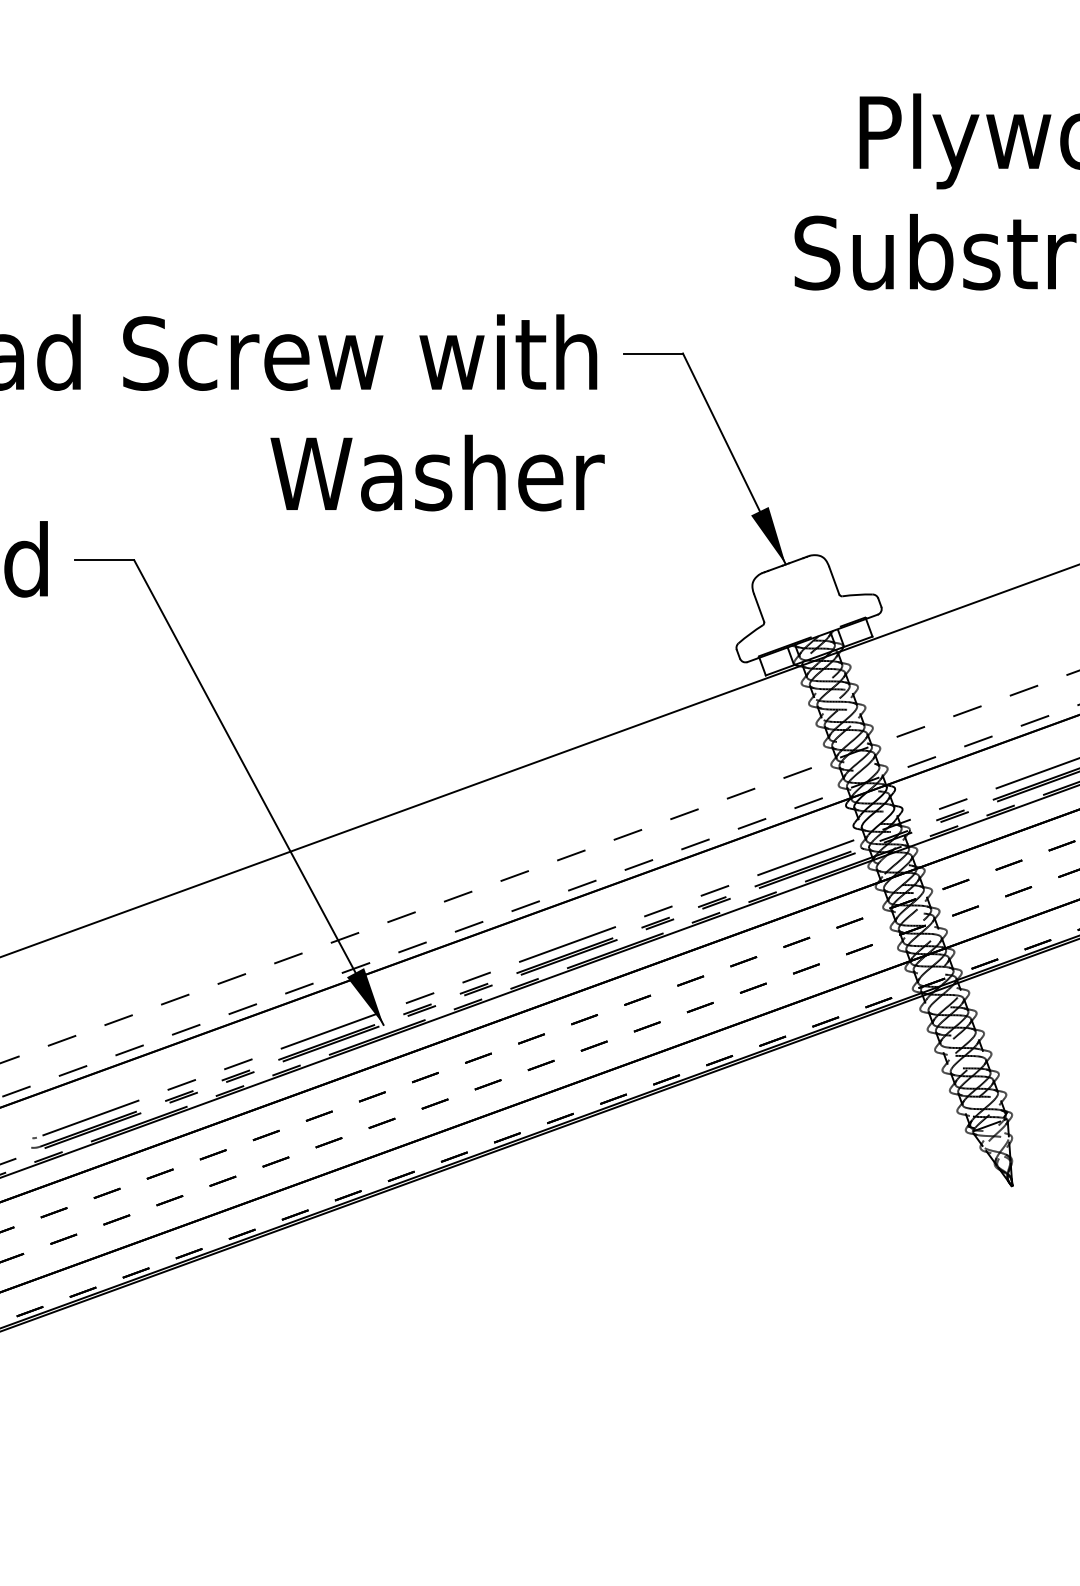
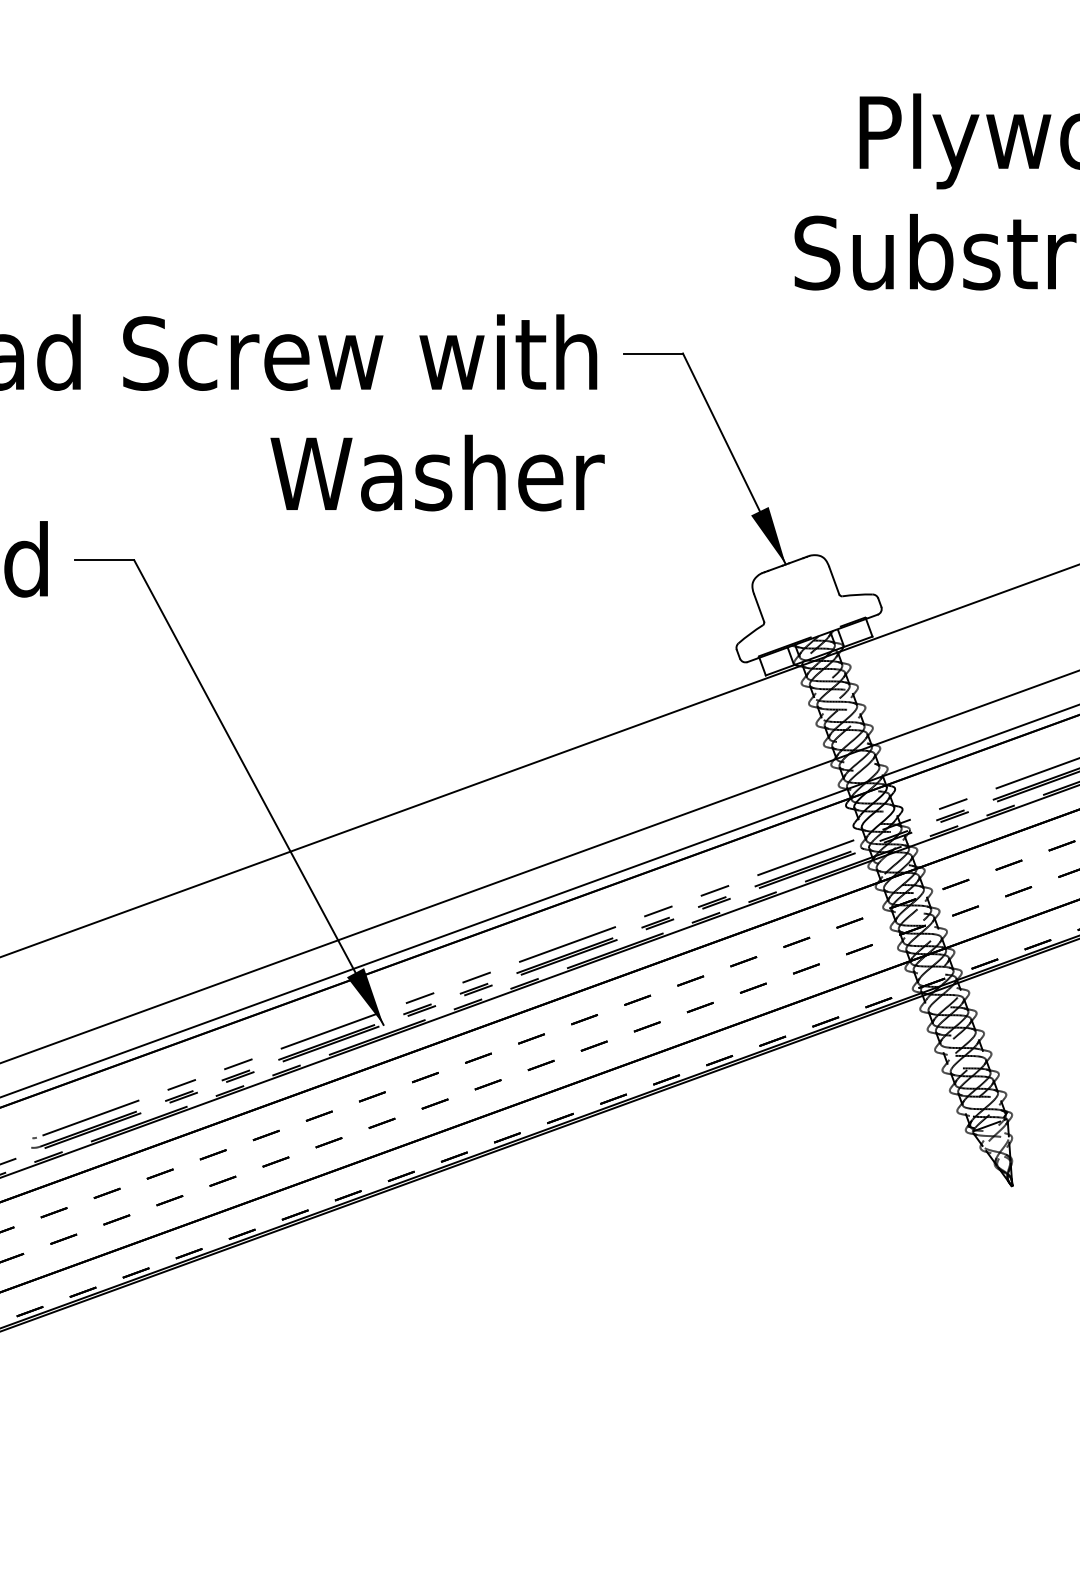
line at (540, 866): dashed -> solid
line at (540, 900): dashed -> solid
